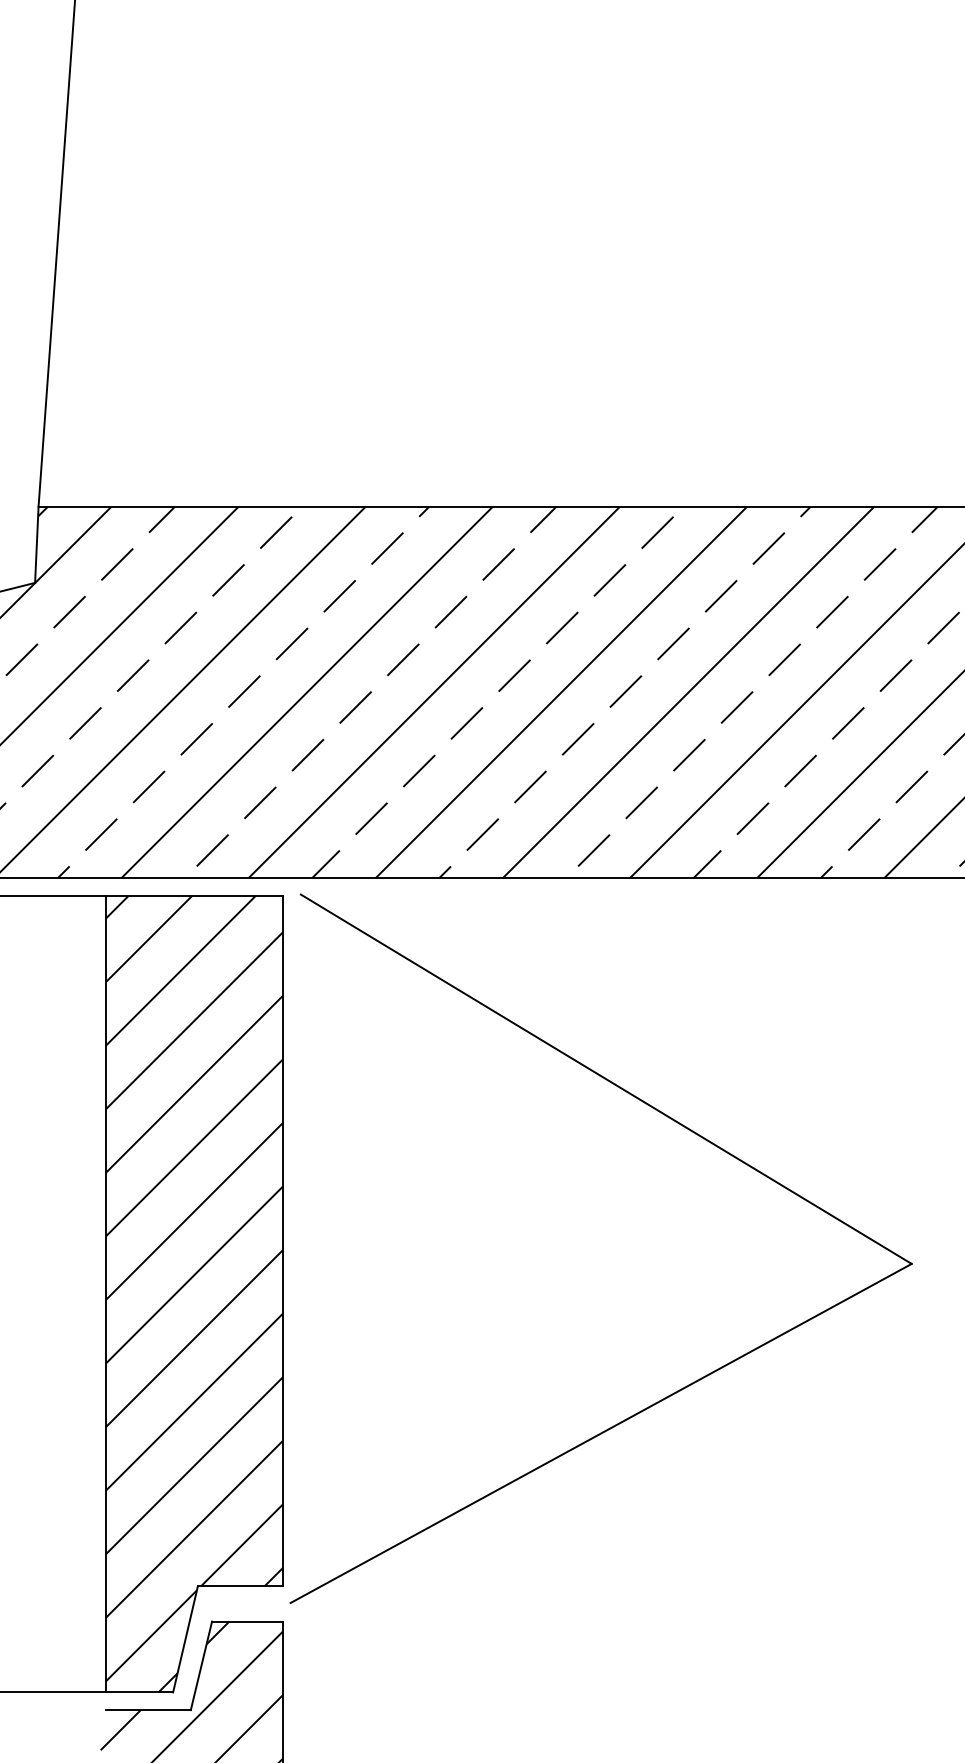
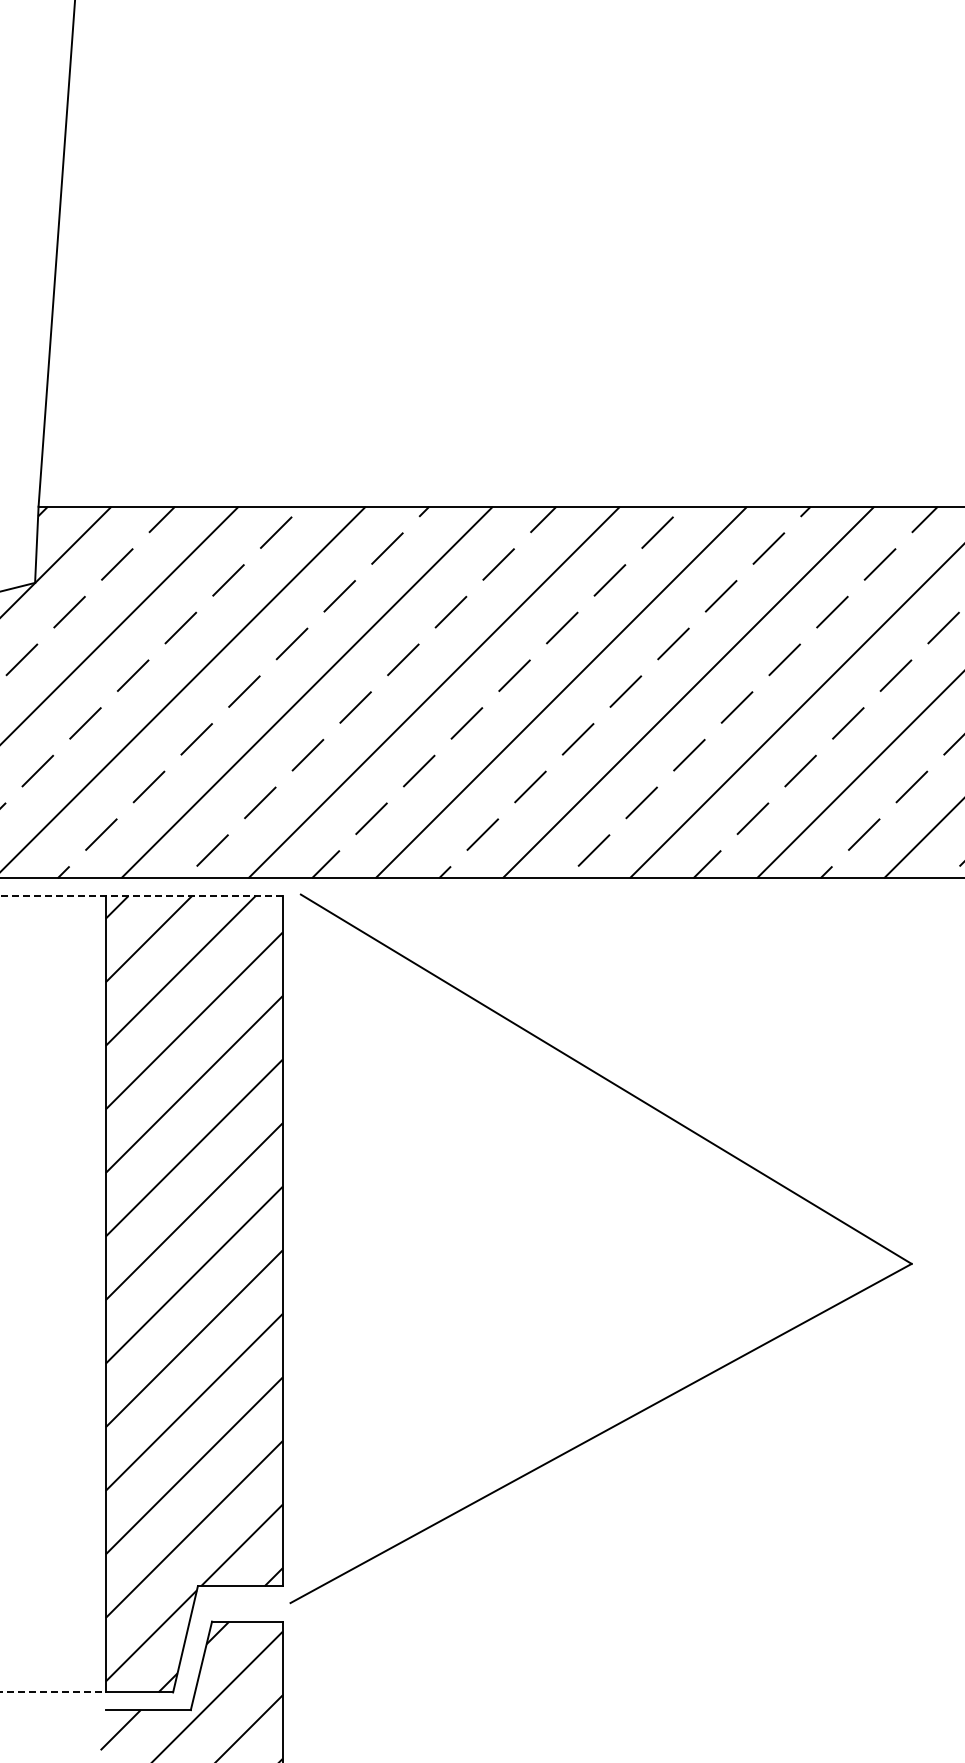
line at (141, 896): solid -> dashed
line at (52, 1692): solid -> dashed
